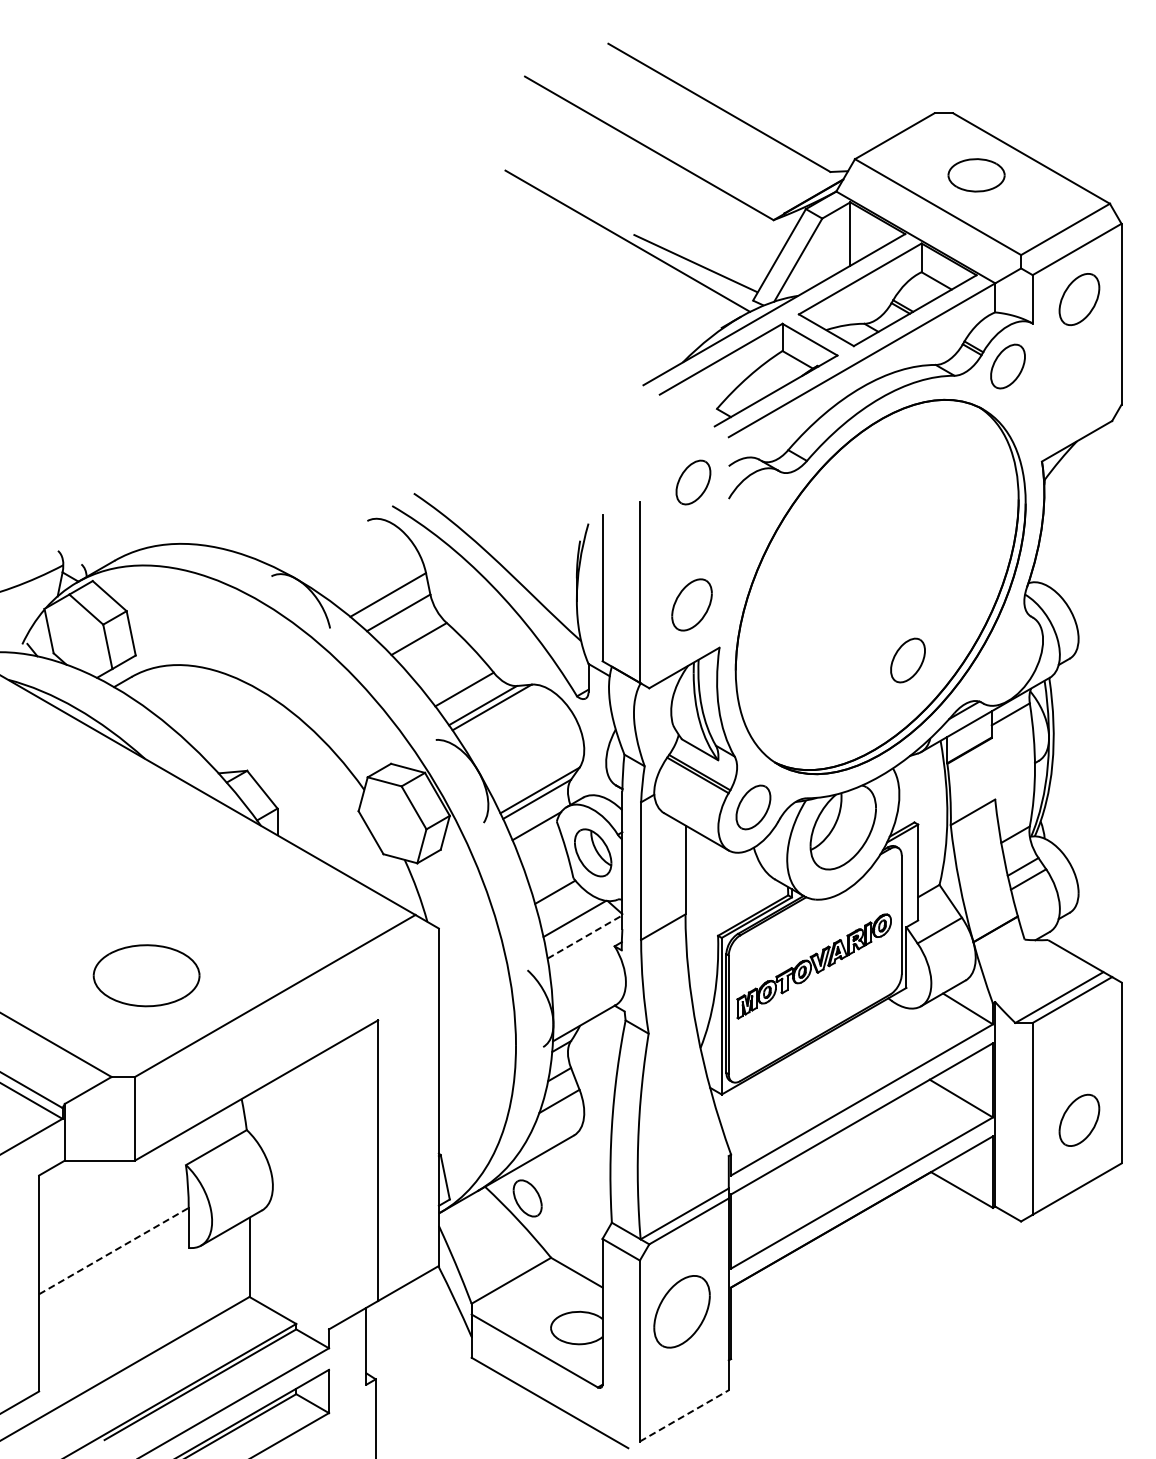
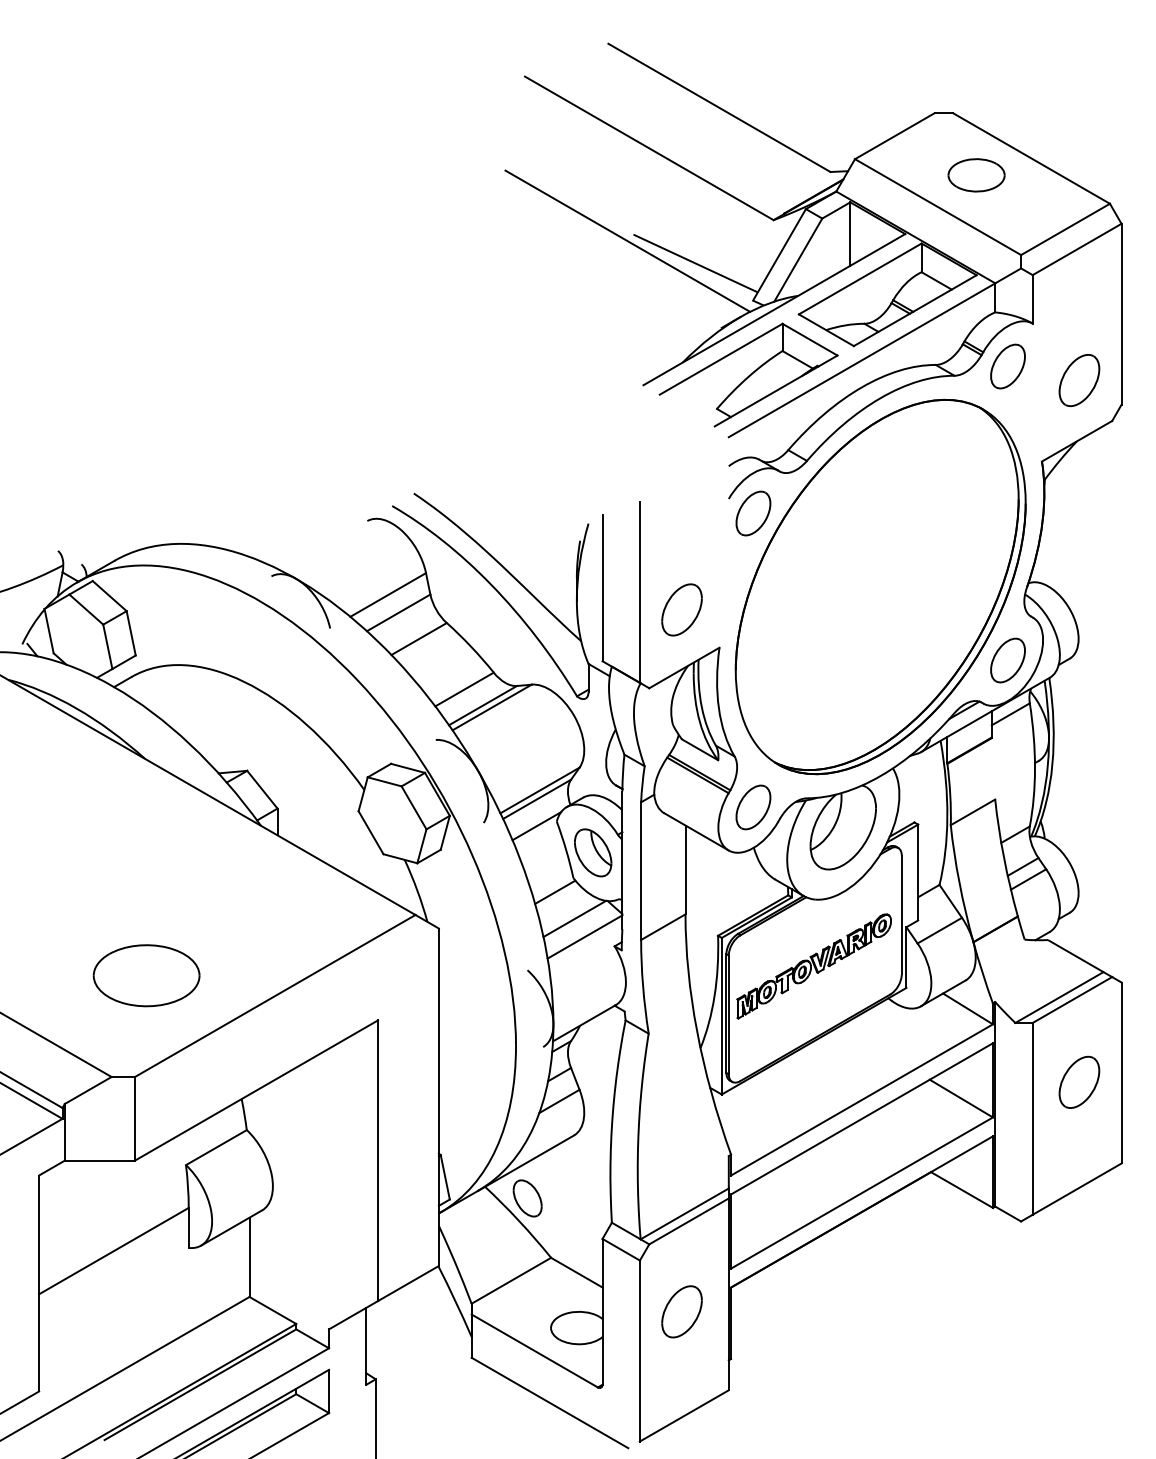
part at (1079, 299) position: (1079, 299) -> (1079, 380)
part at (693, 482) position: (693, 482) -> (753, 513)
part at (691, 604) position: (691, 604) -> (681, 609)
part at (907, 660) position: (907, 660) -> (1007, 660)
line at (585, 936): dashed -> solid
part at (1079, 1119) position: (1079, 1119) -> (1079, 1081)
line at (114, 1250): dashed -> solid
part at (681, 1311) size: 58x74 px -> 42x54 px
line at (684, 1415): dashed -> solid
